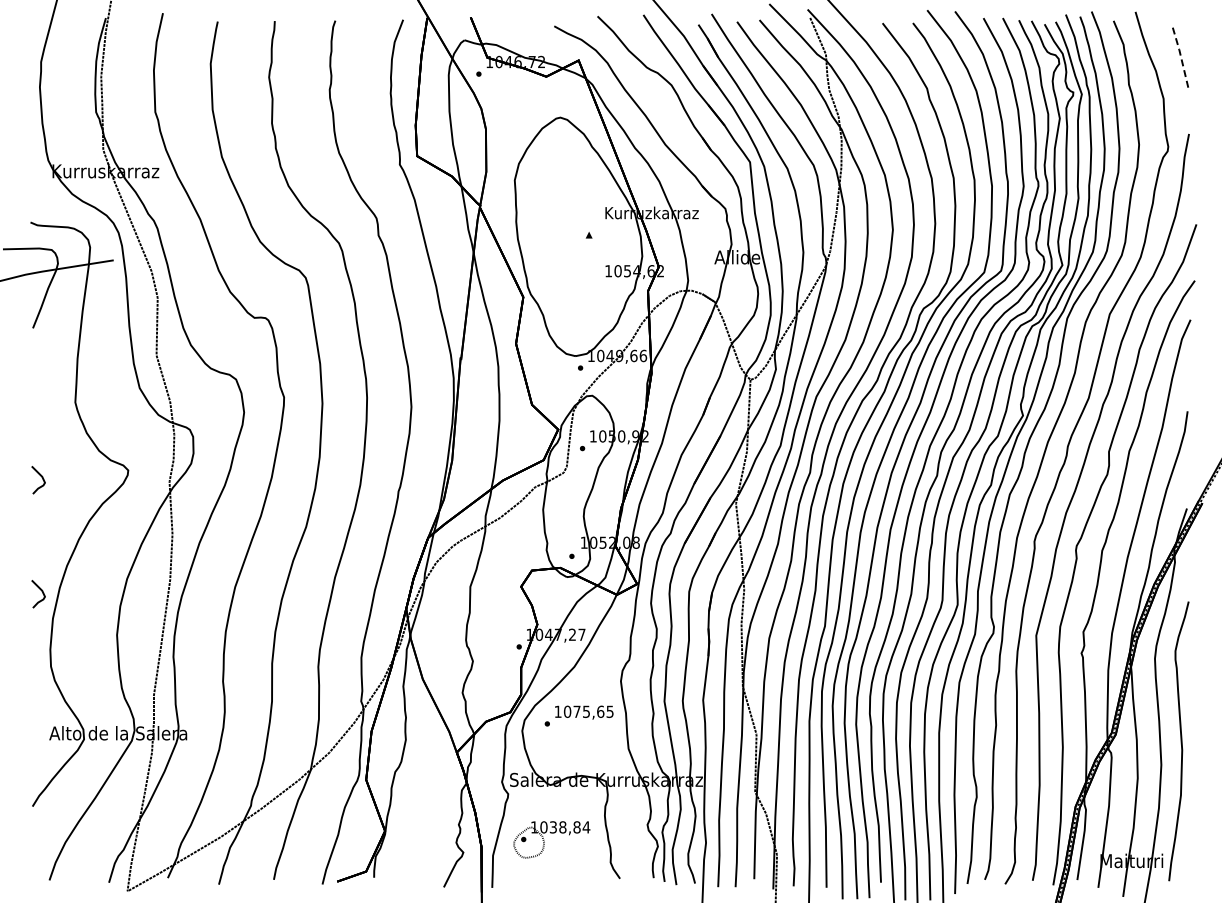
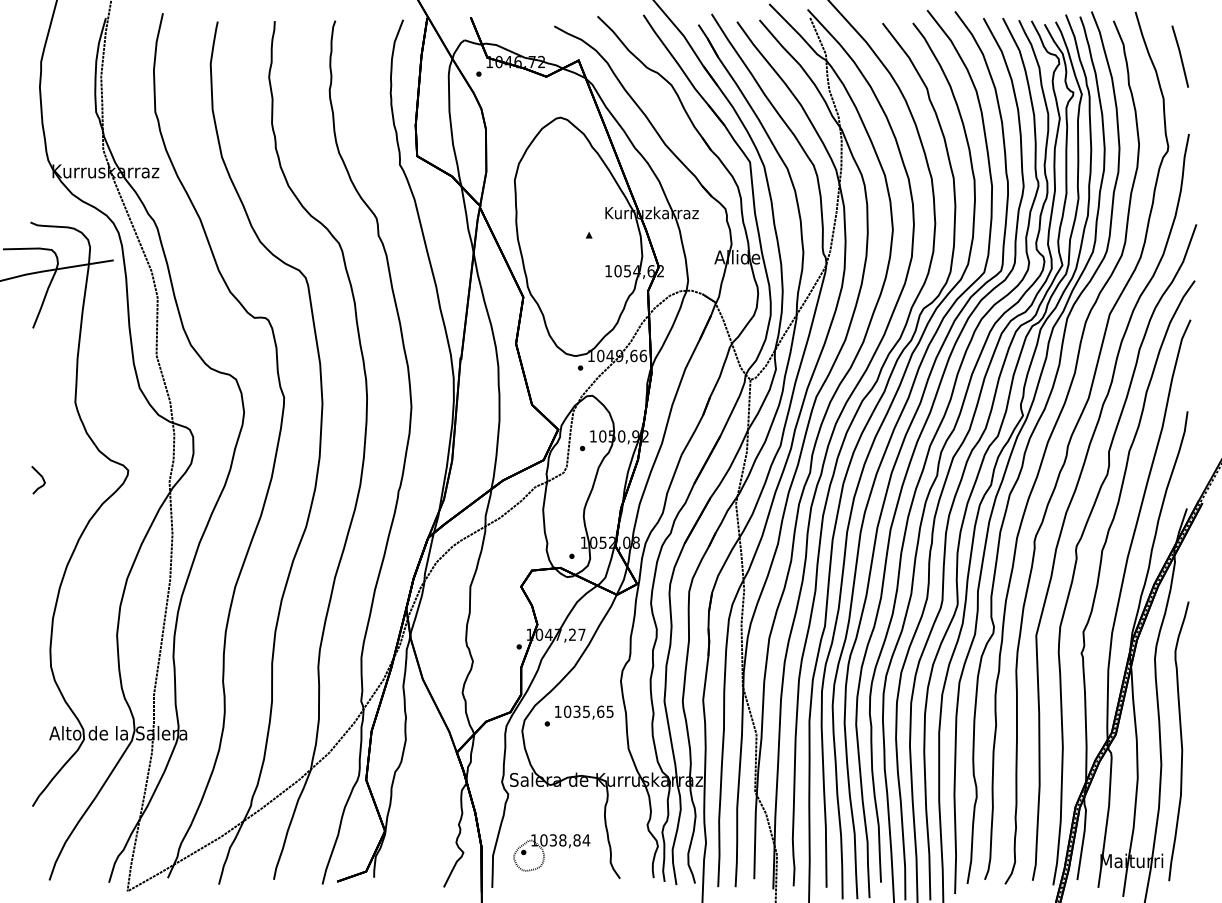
line at (1180, 55): dashed -> solid
curve at (42, 593): present -> none
text at (576, 711): 1075,65 -> 1035,65
part at (551, 839) position: (551, 839) -> (551, 852)
